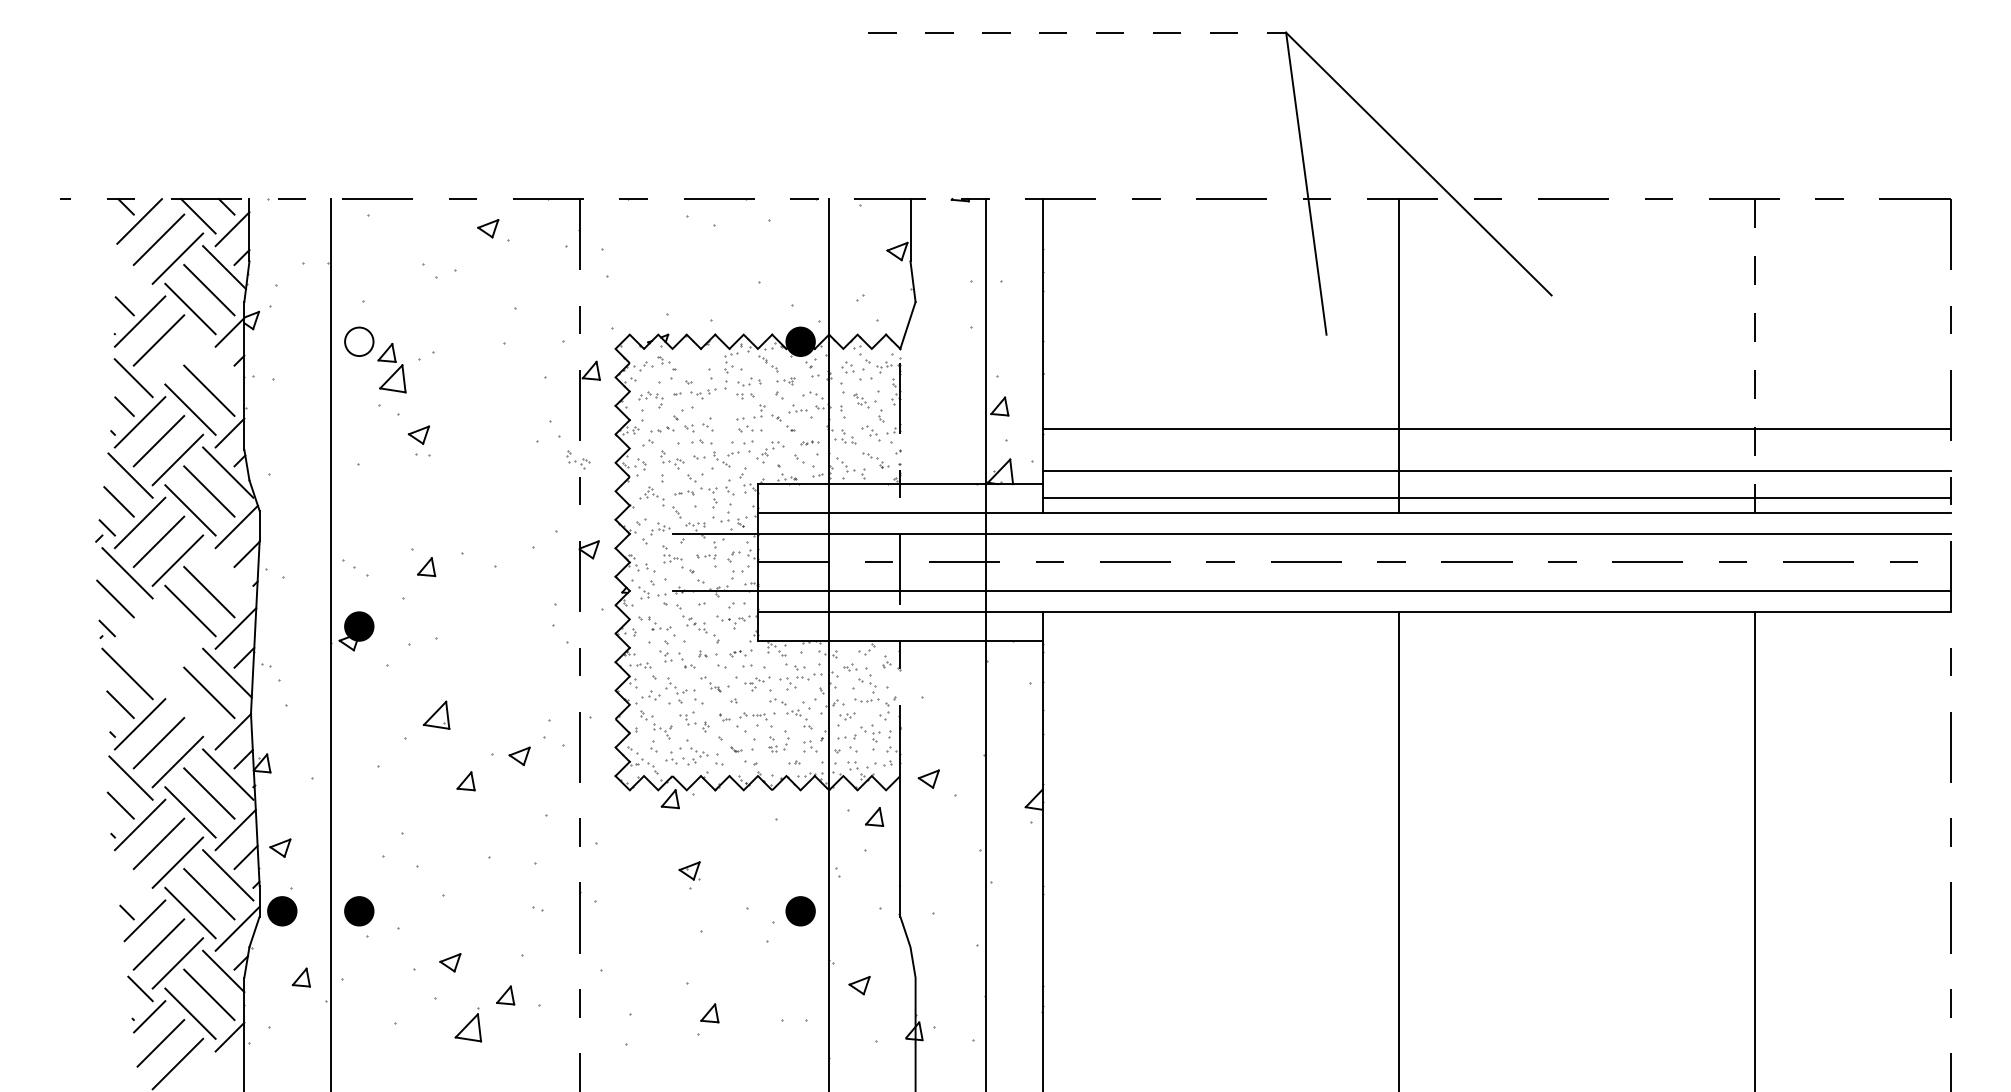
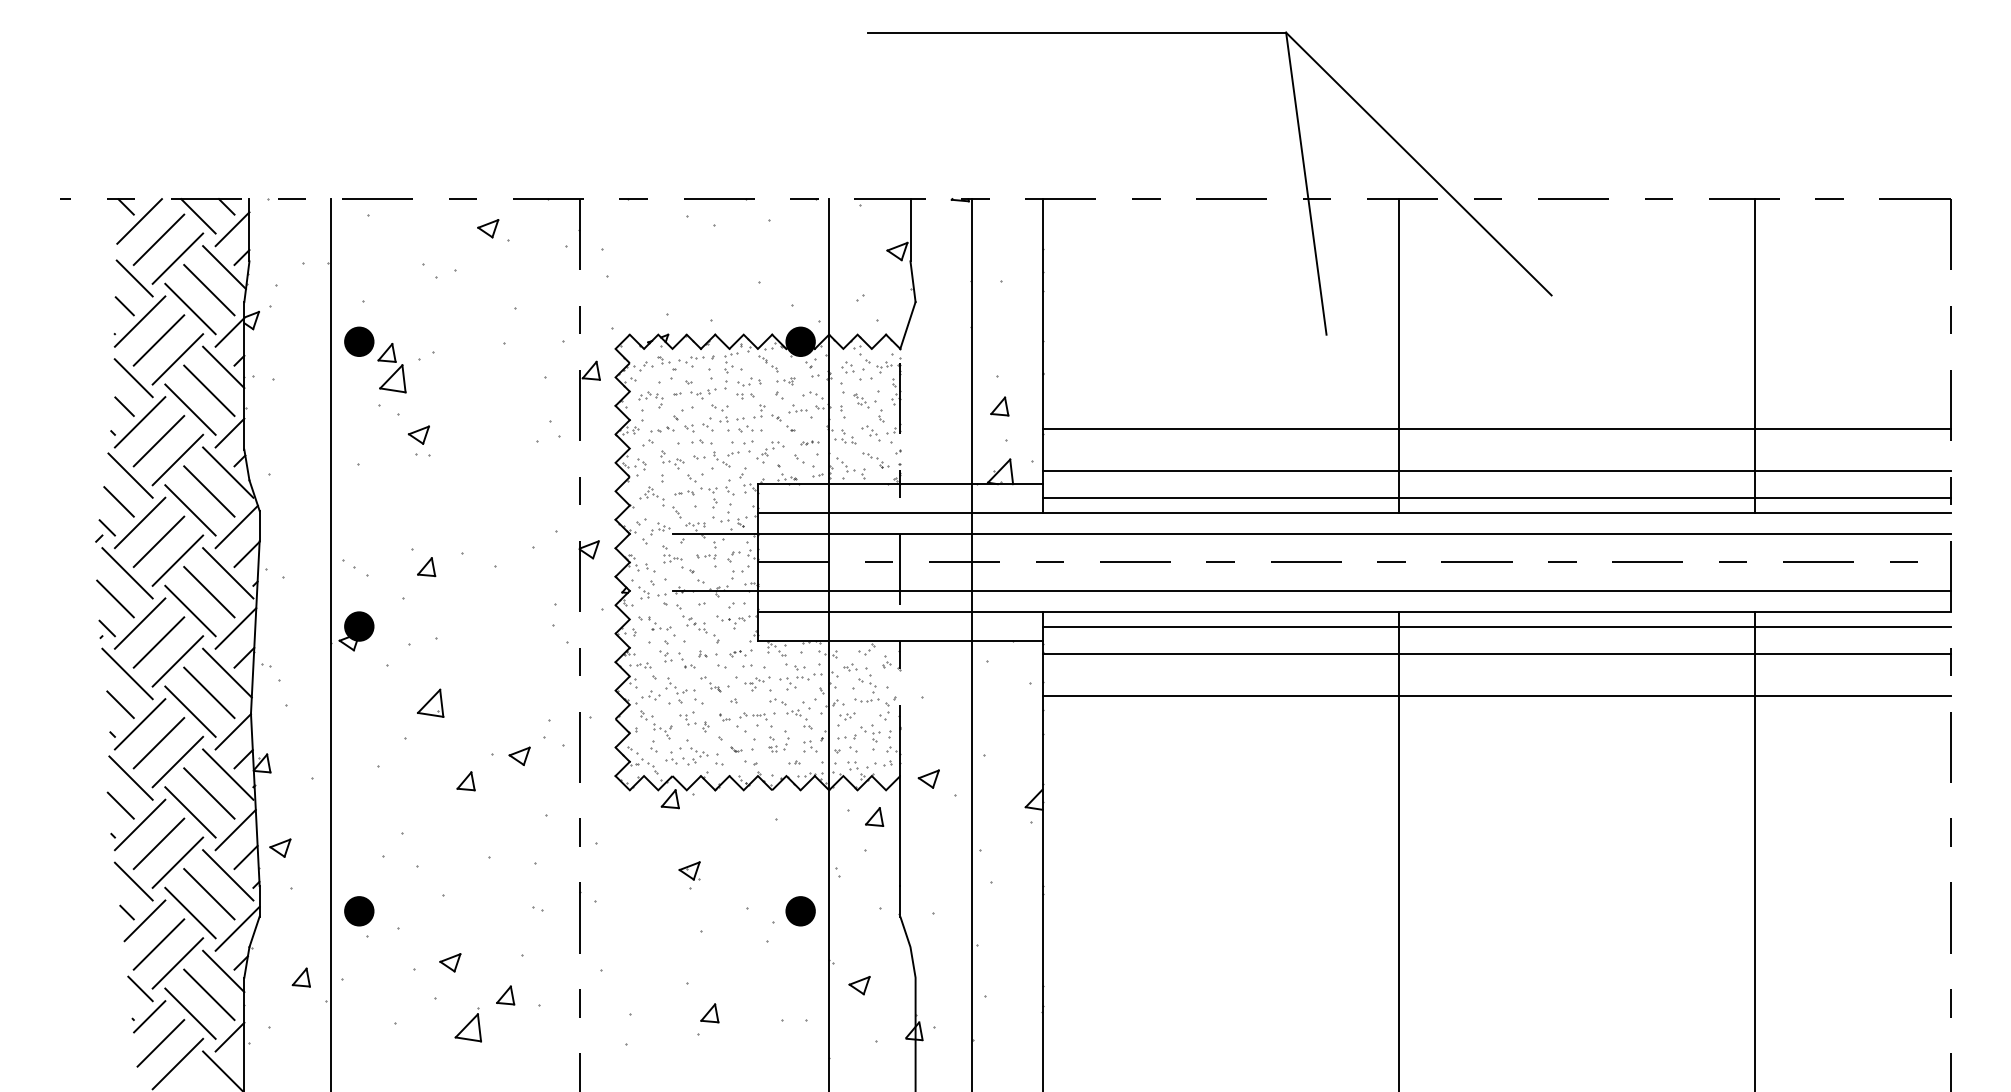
line at (1077, 32): dashed -> solid
line at (134, 278): none -> present
fill at (359, 341): none -> present
line at (1754, 355): dashed -> solid
line at (177, 359): none -> present
part at (696, 361): none -> present
line at (223, 367): none -> present
part at (720, 417): none -> present
part at (578, 459): present -> none
line at (228, 573): none -> present
line at (139, 623): none -> present
line at (1496, 626): none -> present
line at (158, 642): none -> present
line at (985, 643) position: (985, 643) -> (971, 643)
line at (1496, 654): none -> present
line at (177, 661): none -> present
line at (1496, 695): none -> present
line at (190, 711): none -> present
part at (436, 714) position: (436, 714) -> (430, 702)
line at (133, 881): none -> present
part at (282, 911): present -> none
line at (221, 1069): none -> present
